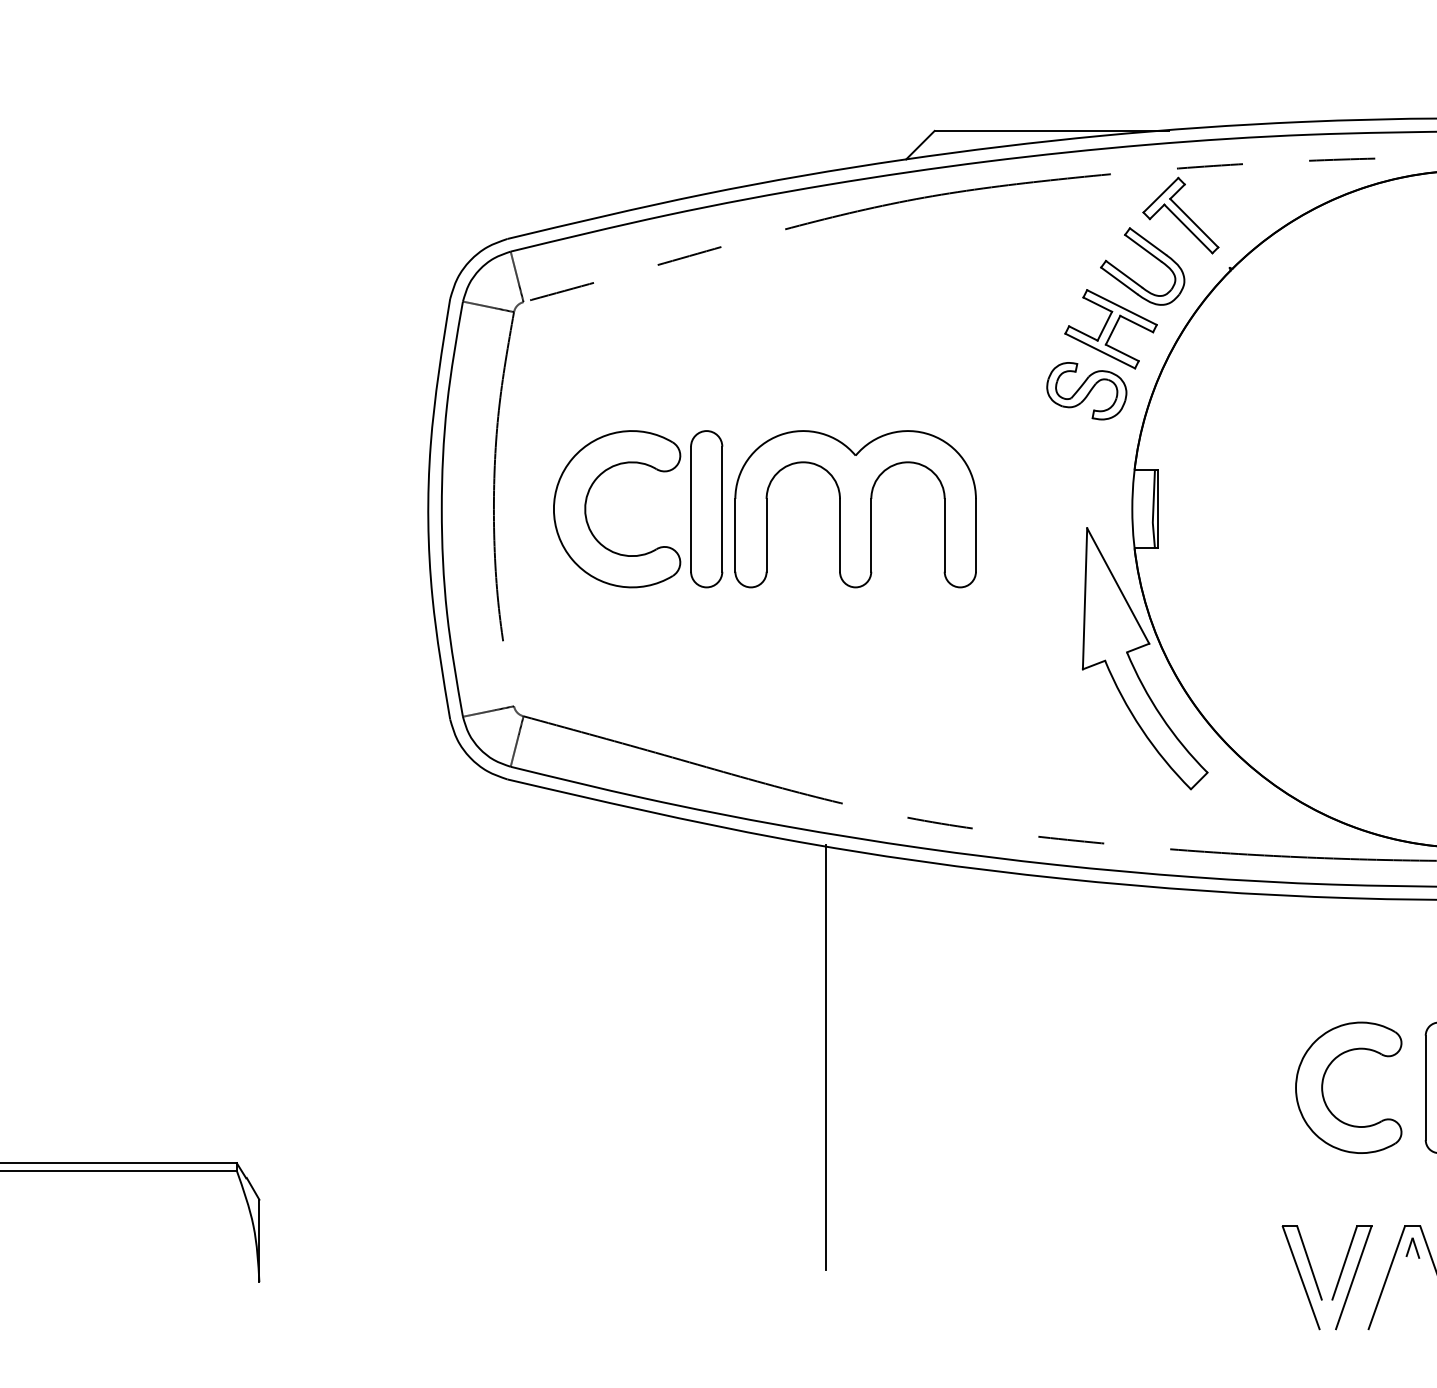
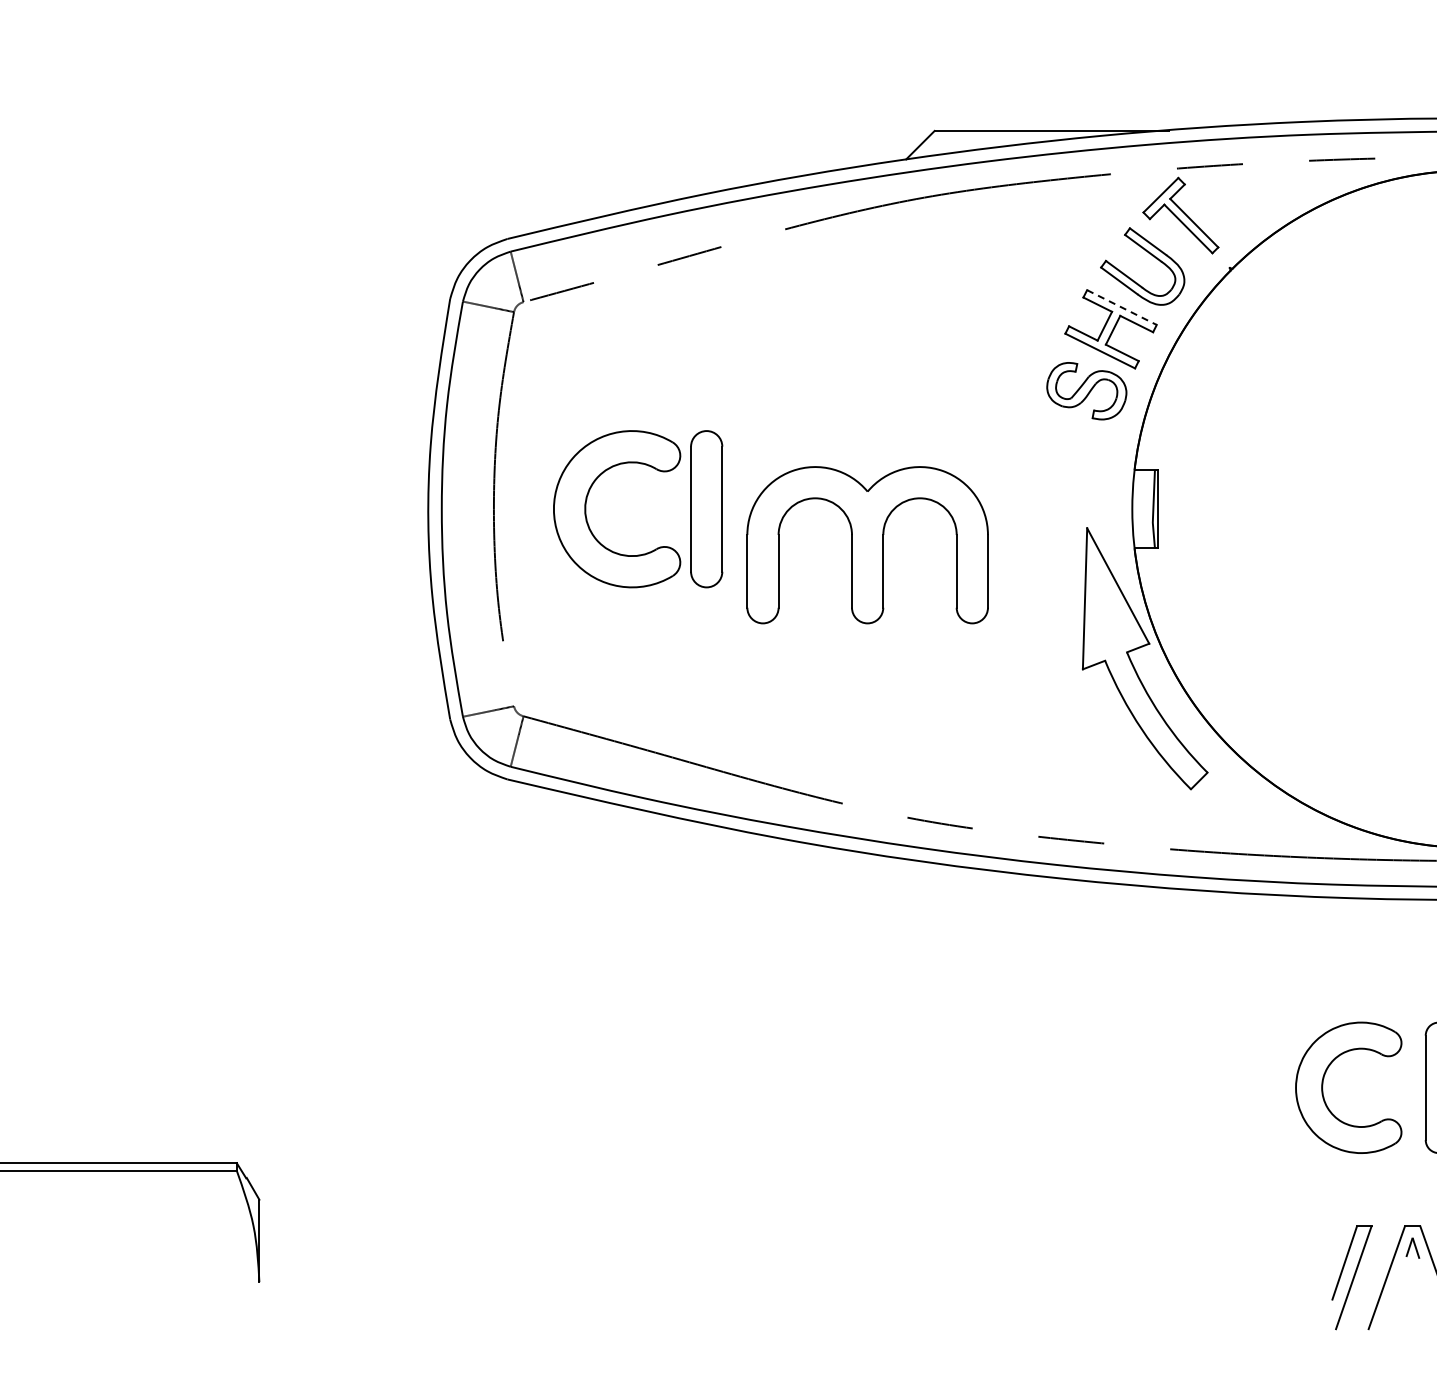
line at (1121, 307): solid -> dashed
part at (855, 509) position: (855, 509) -> (867, 545)
line at (826, 1057): present -> none
part at (1301, 1277): present -> none
